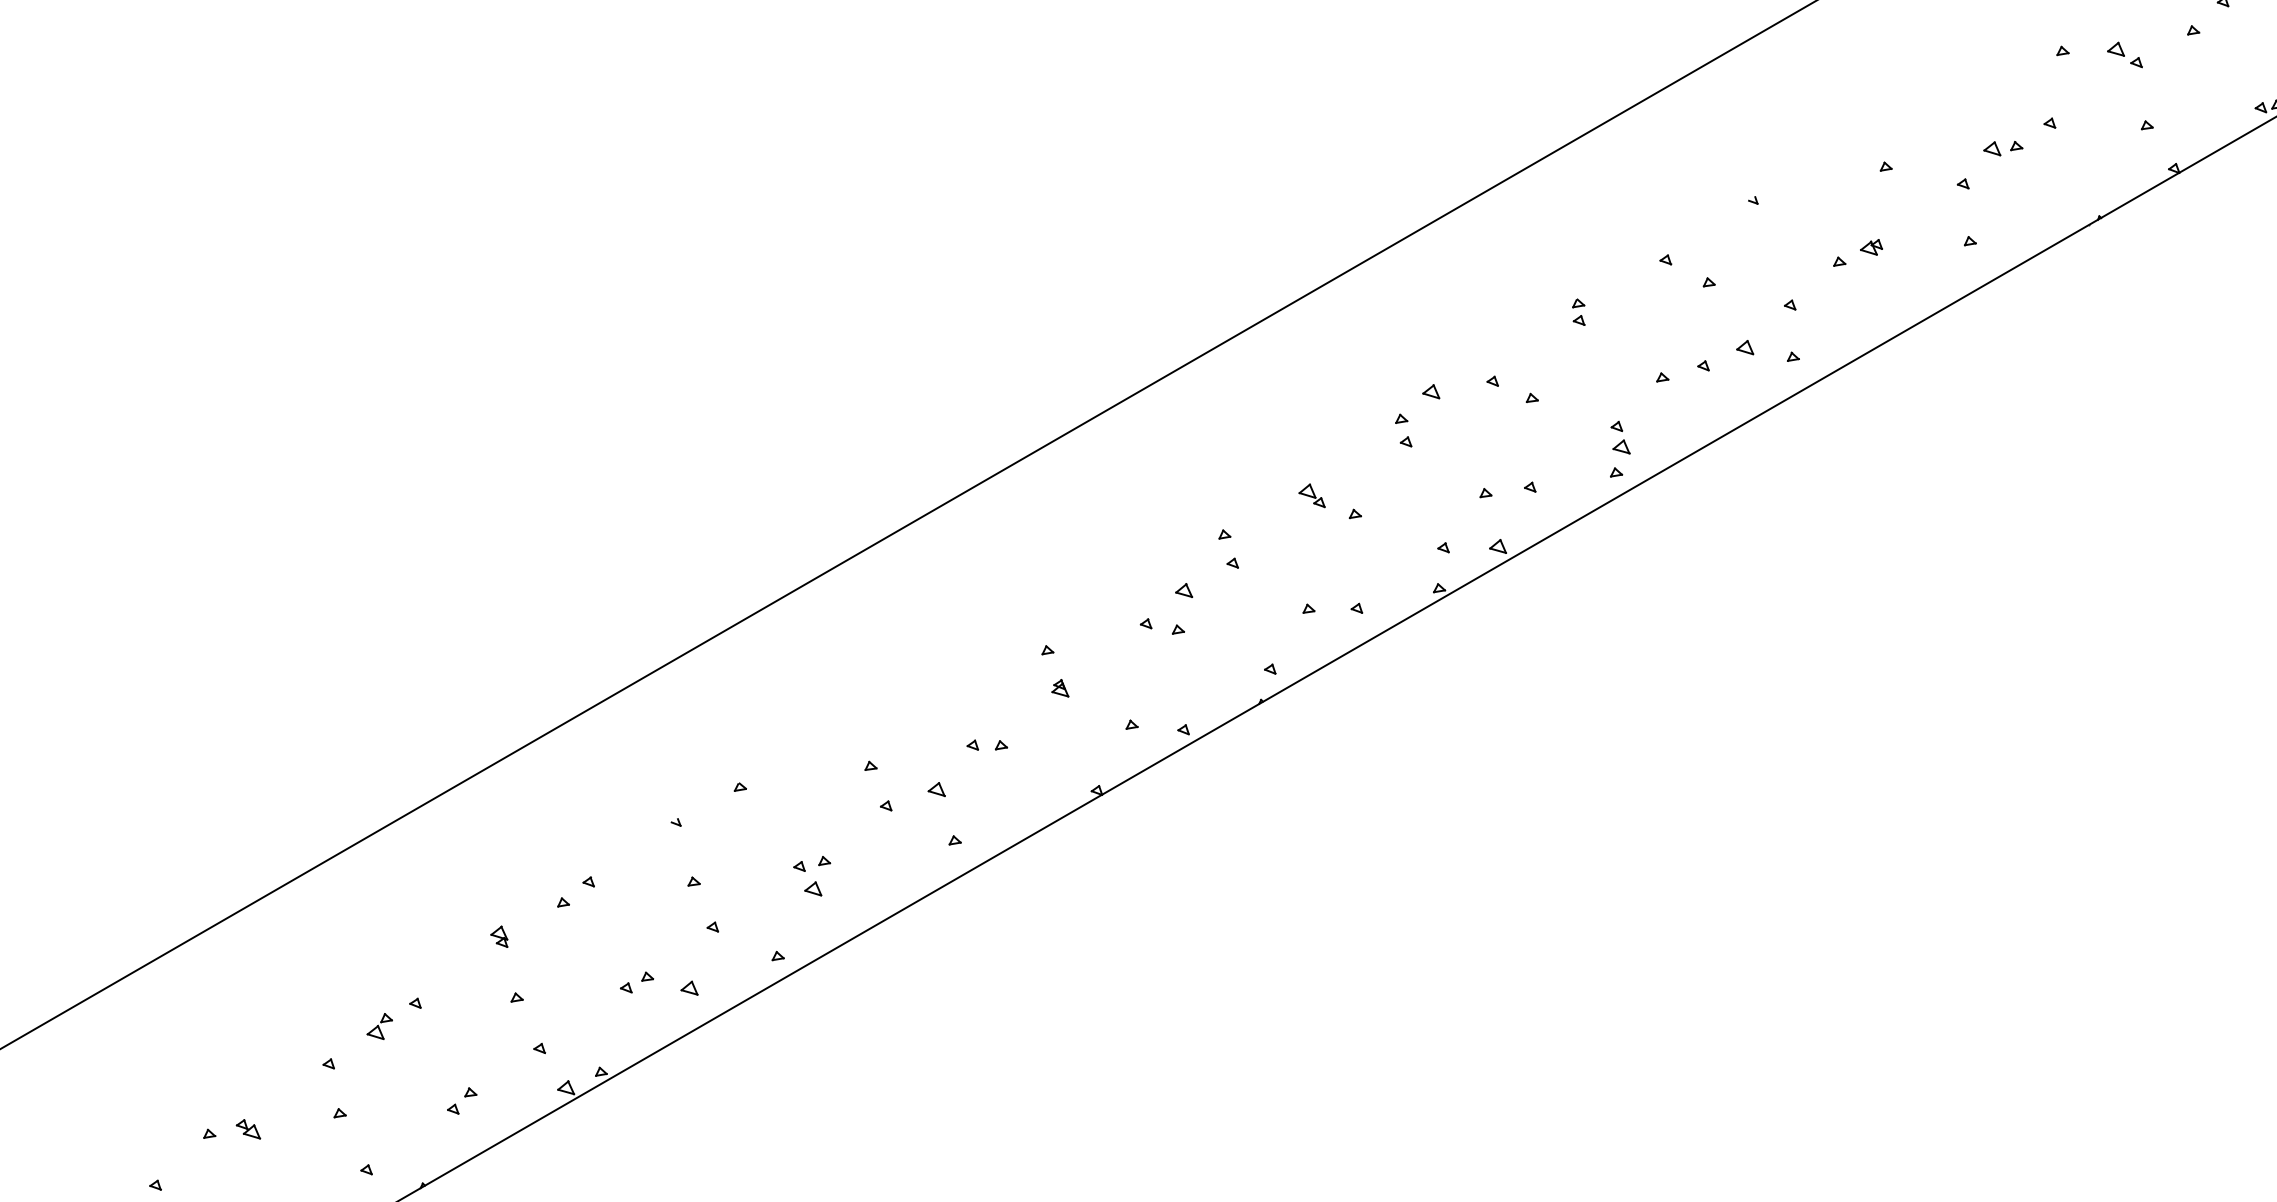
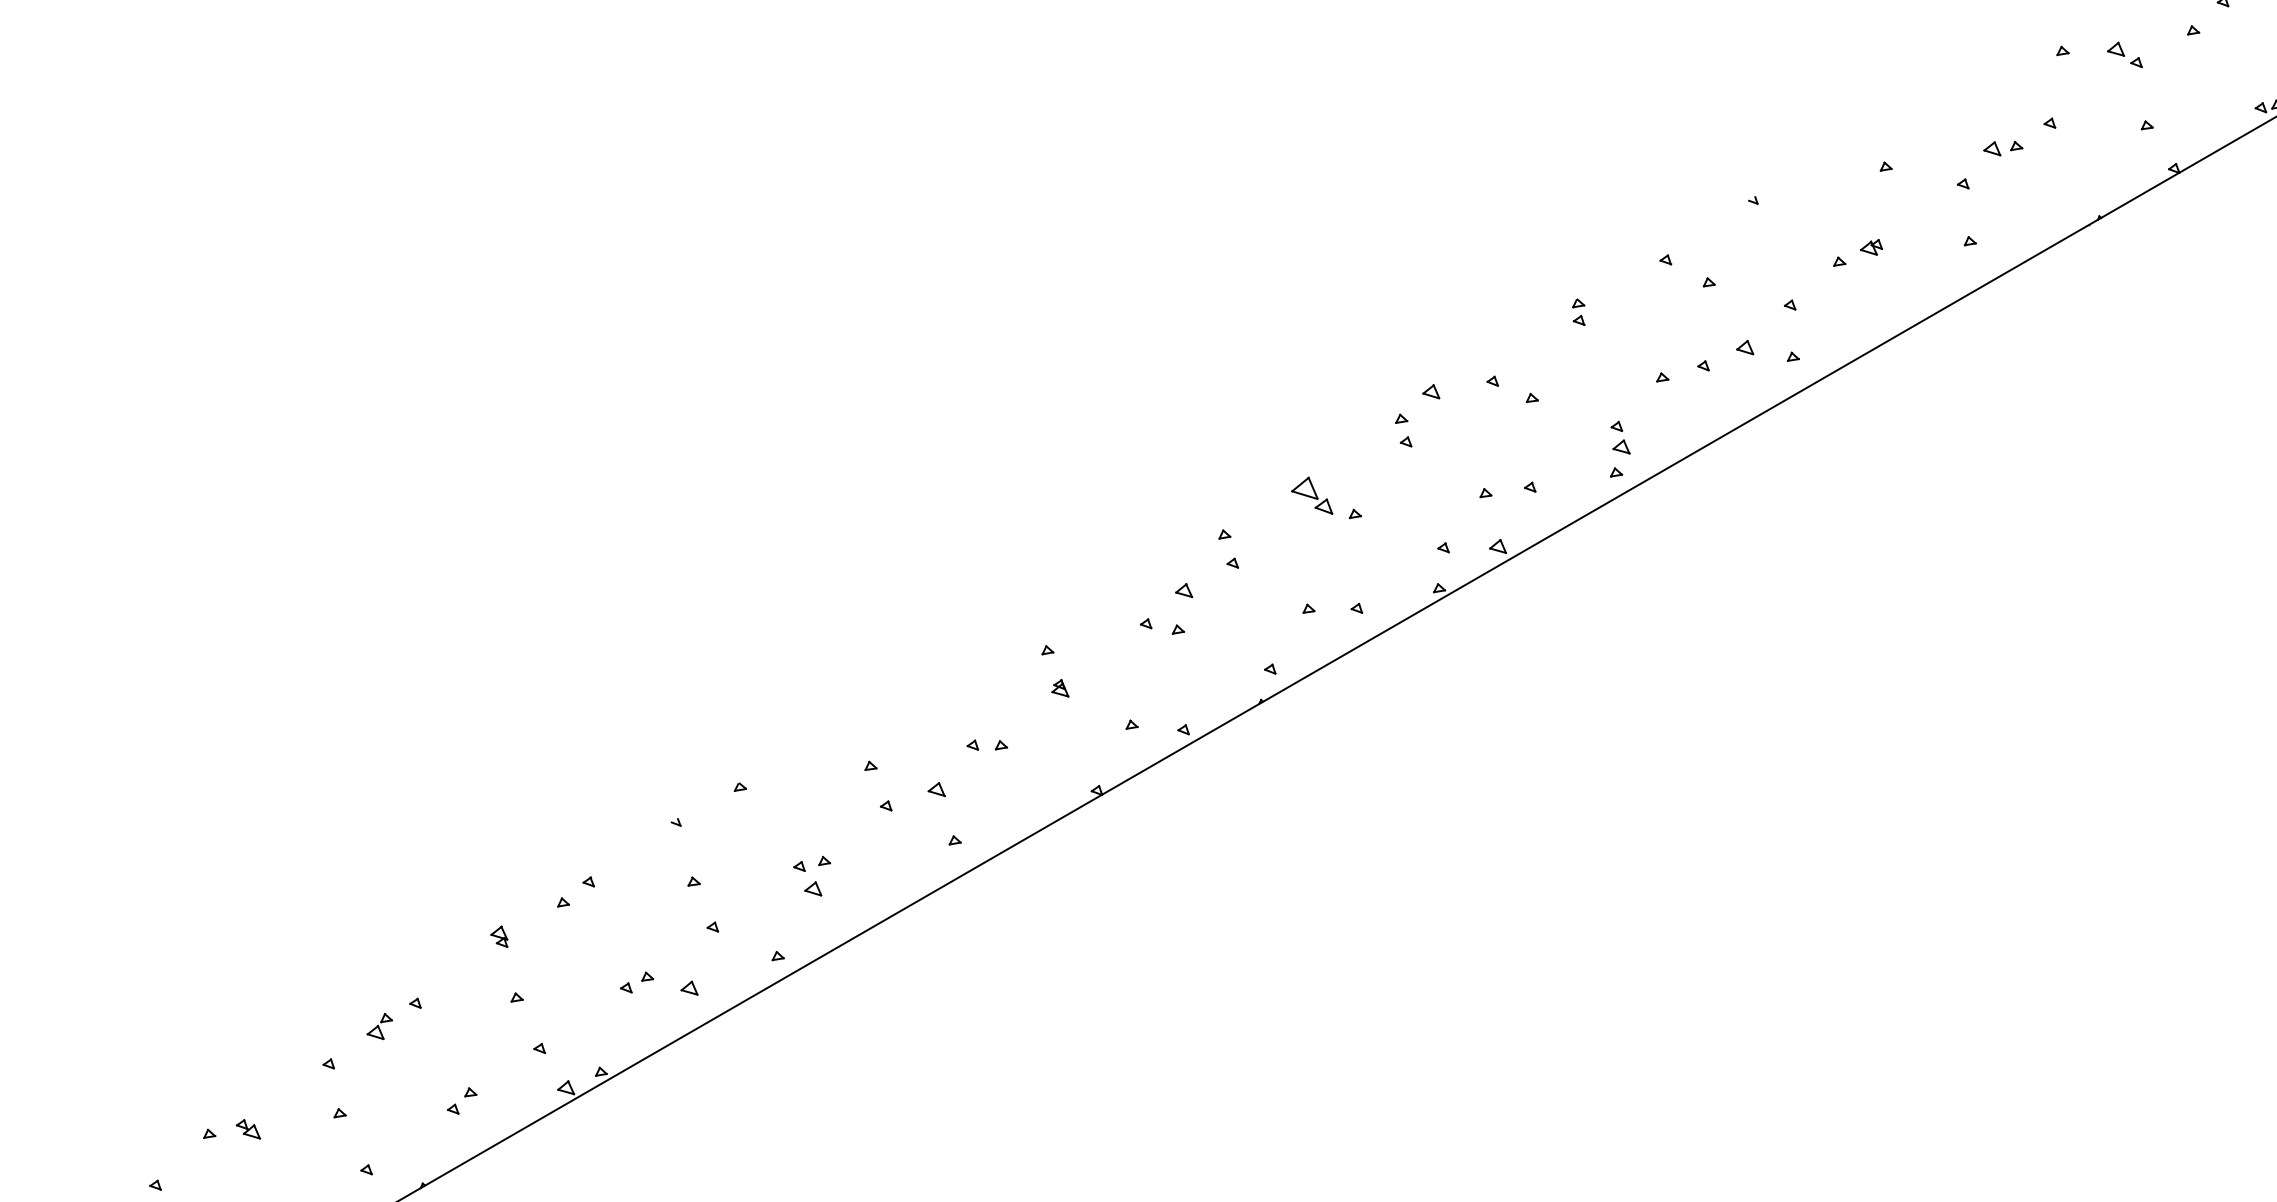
part at (1311, 495) size: 28x26 px -> 43x39 px
line at (907, 525): present -> none
